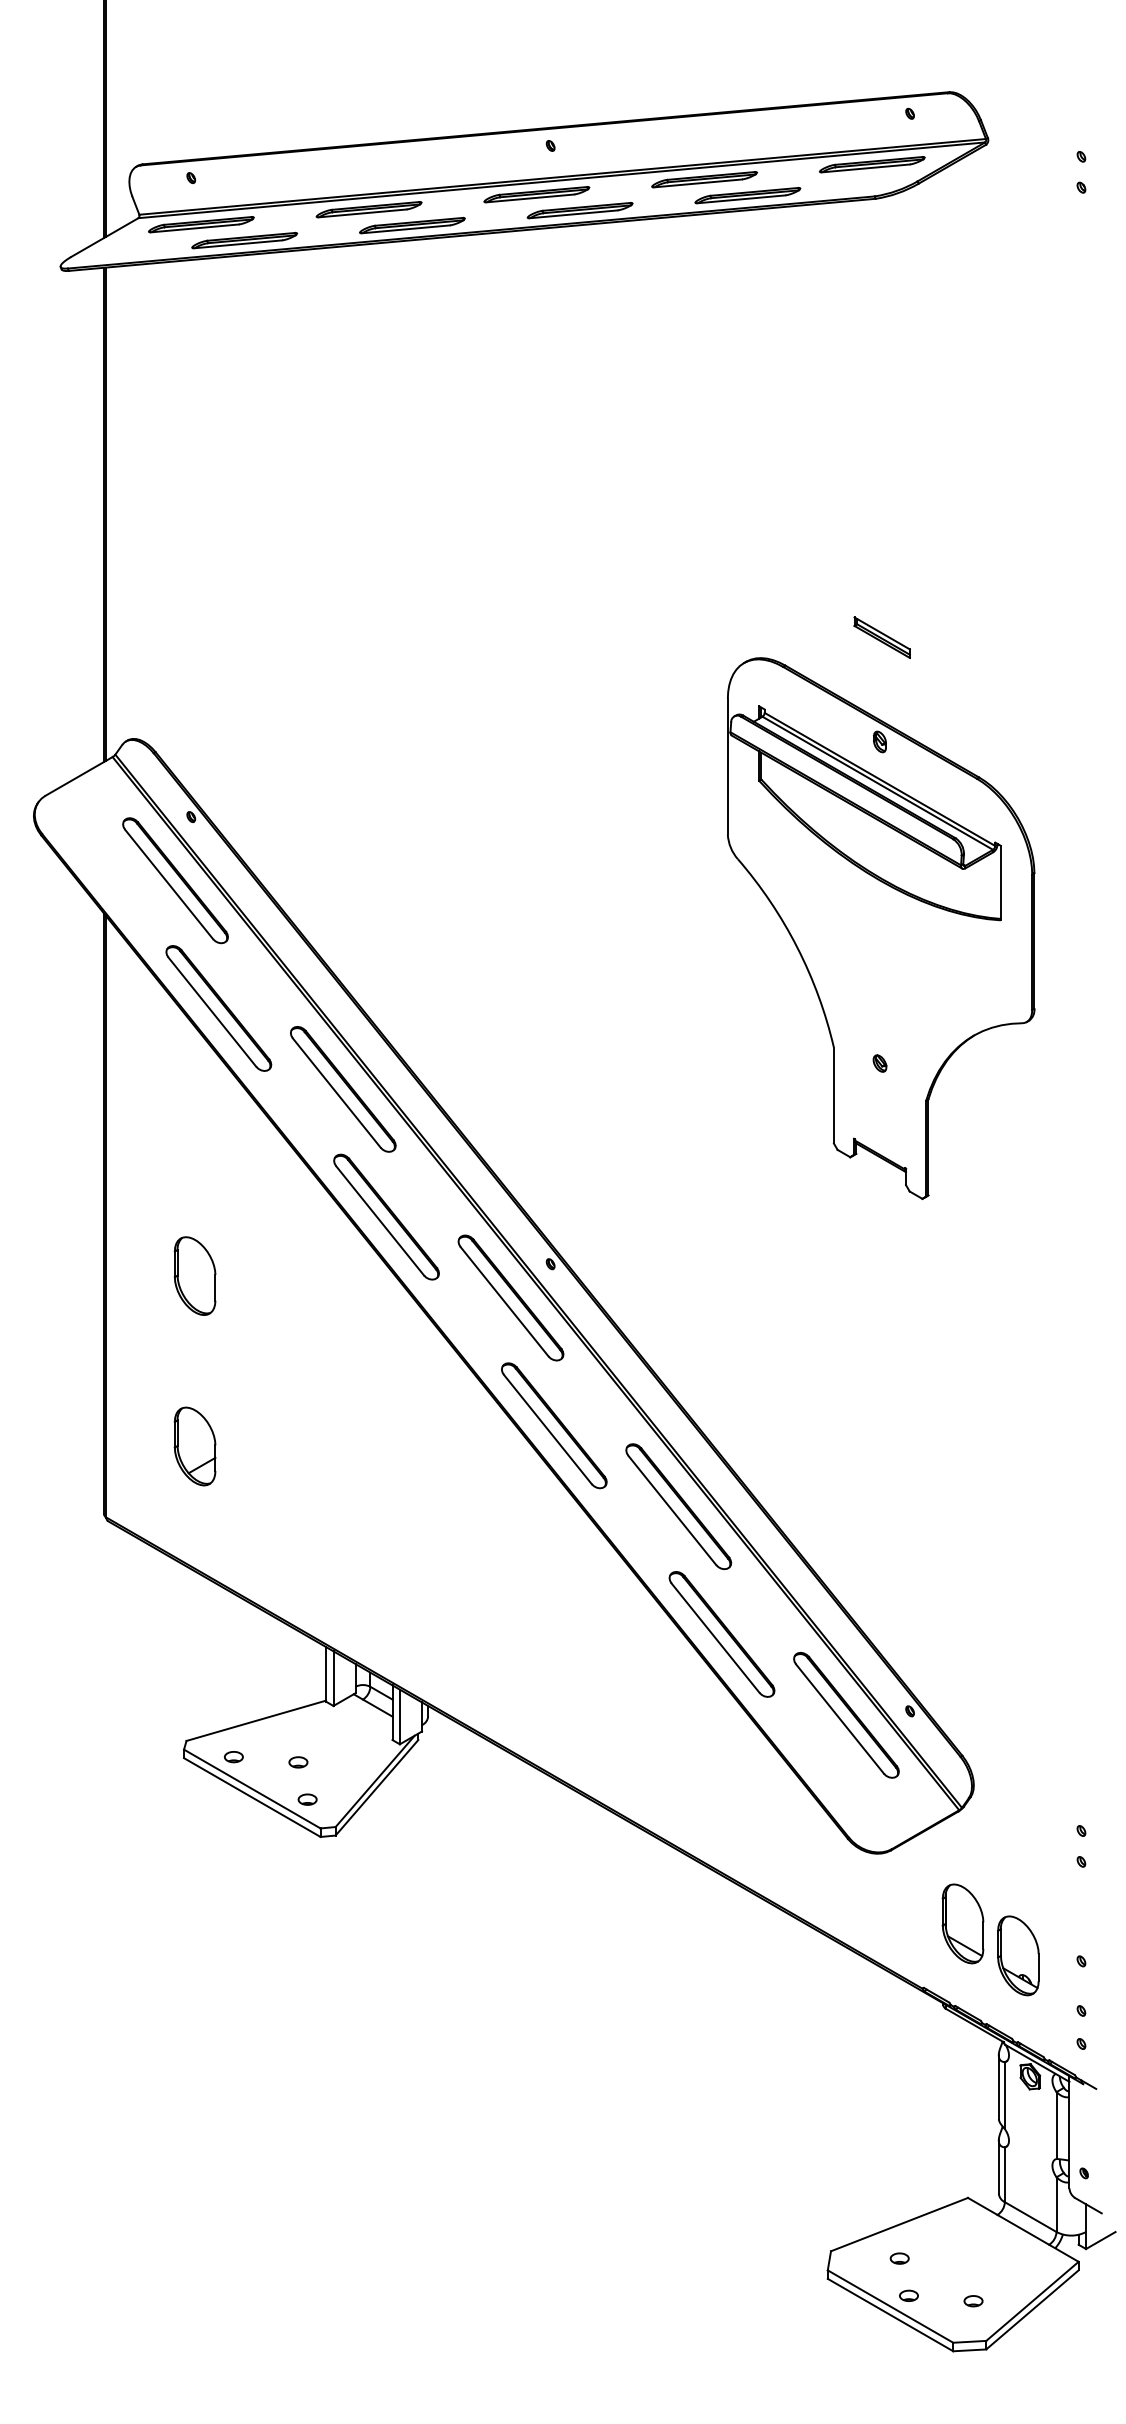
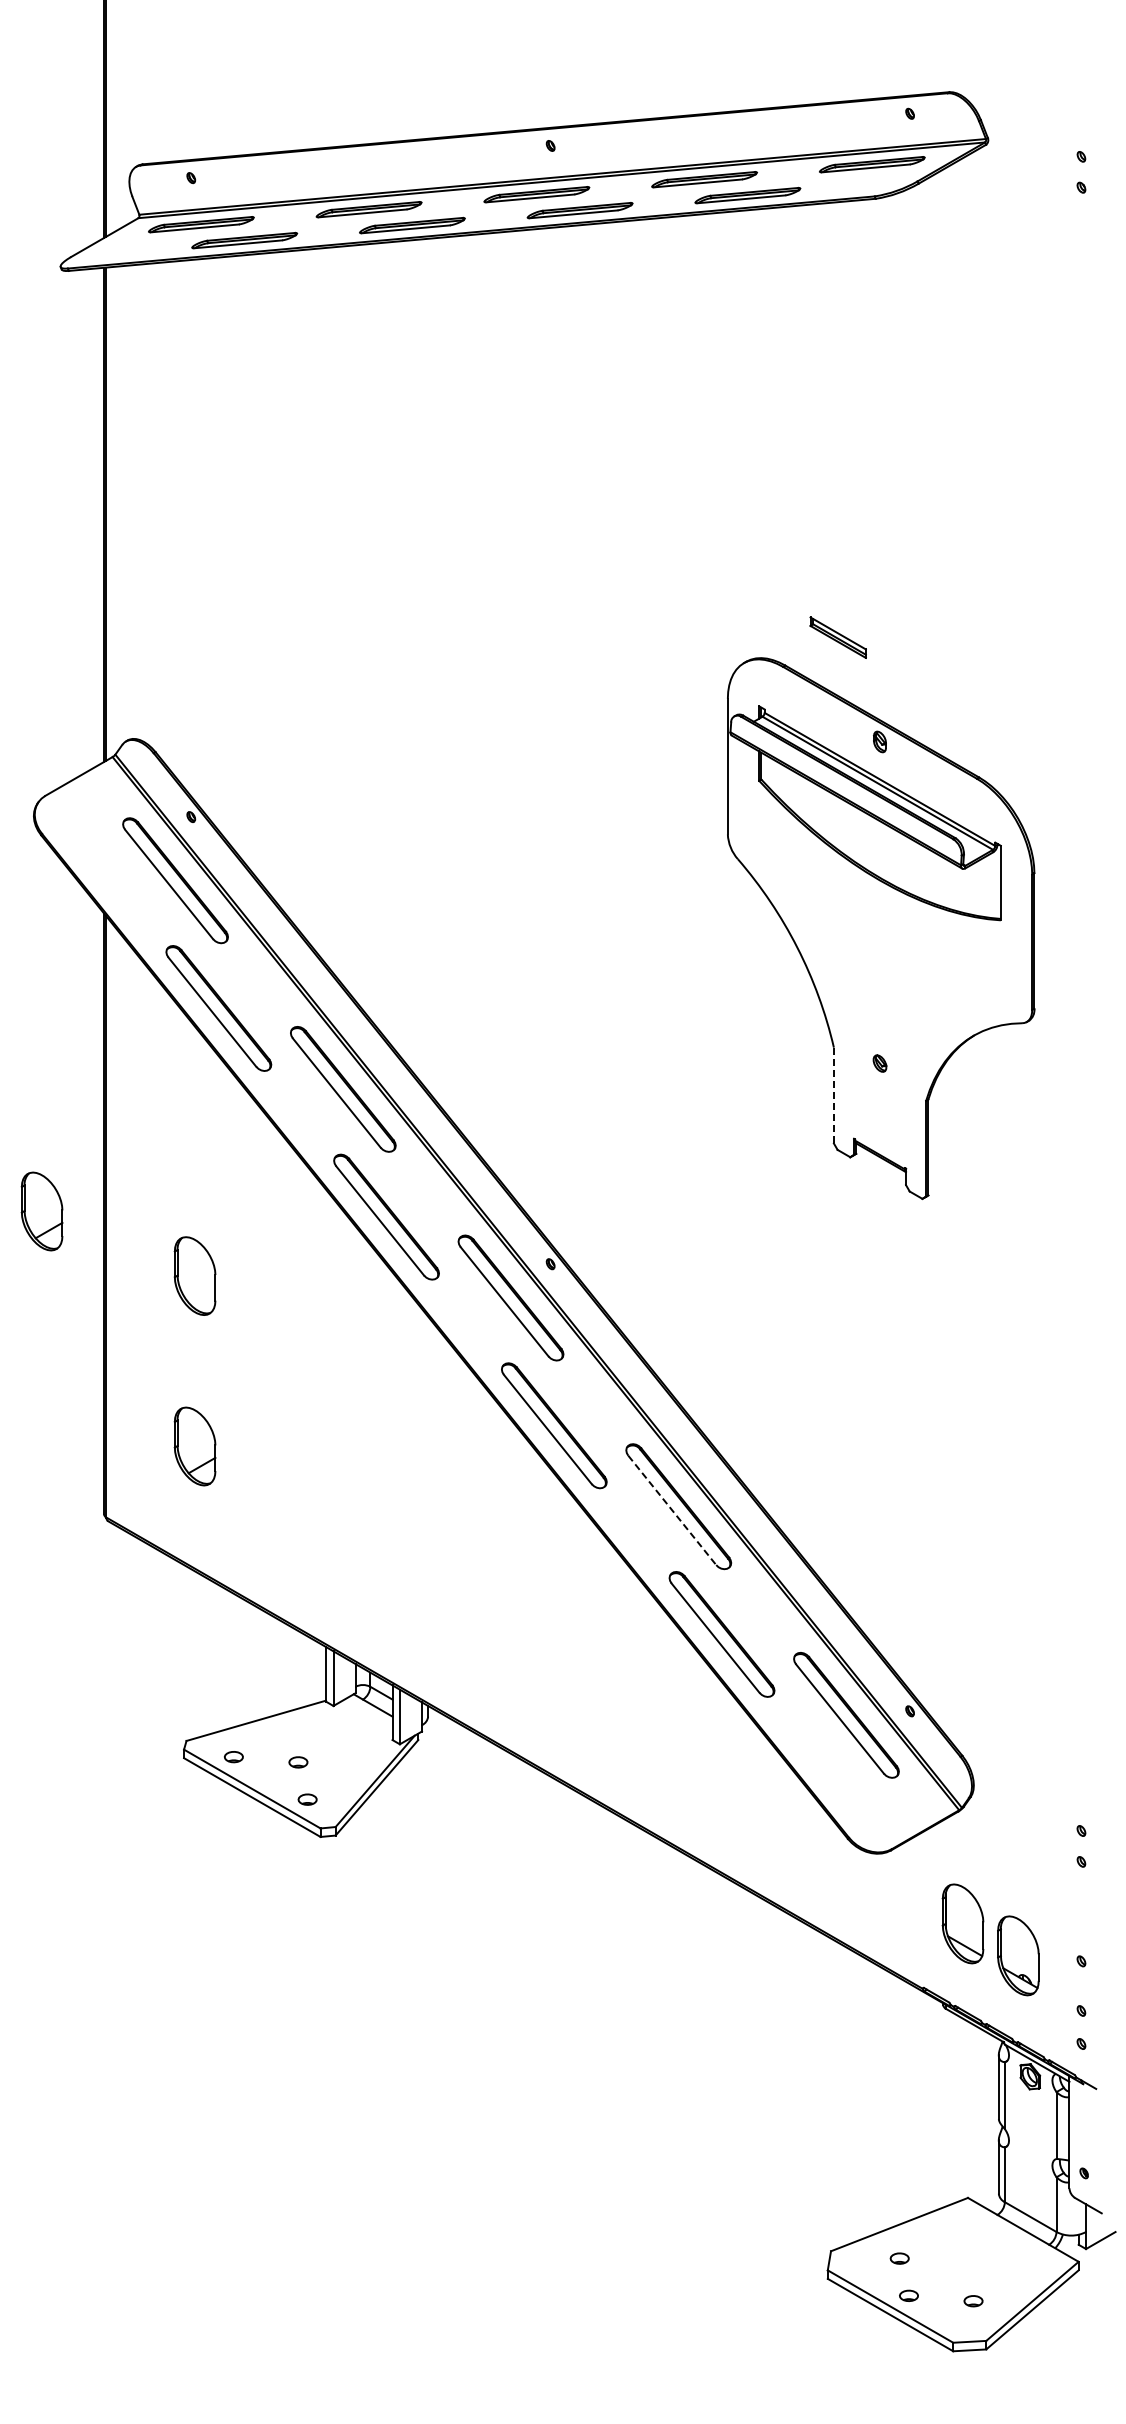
part at (881, 637) position: (881, 637) -> (837, 637)
line at (833, 1095): solid -> dashed
part at (41, 1211): none -> present
line at (672, 1510): solid -> dashed
